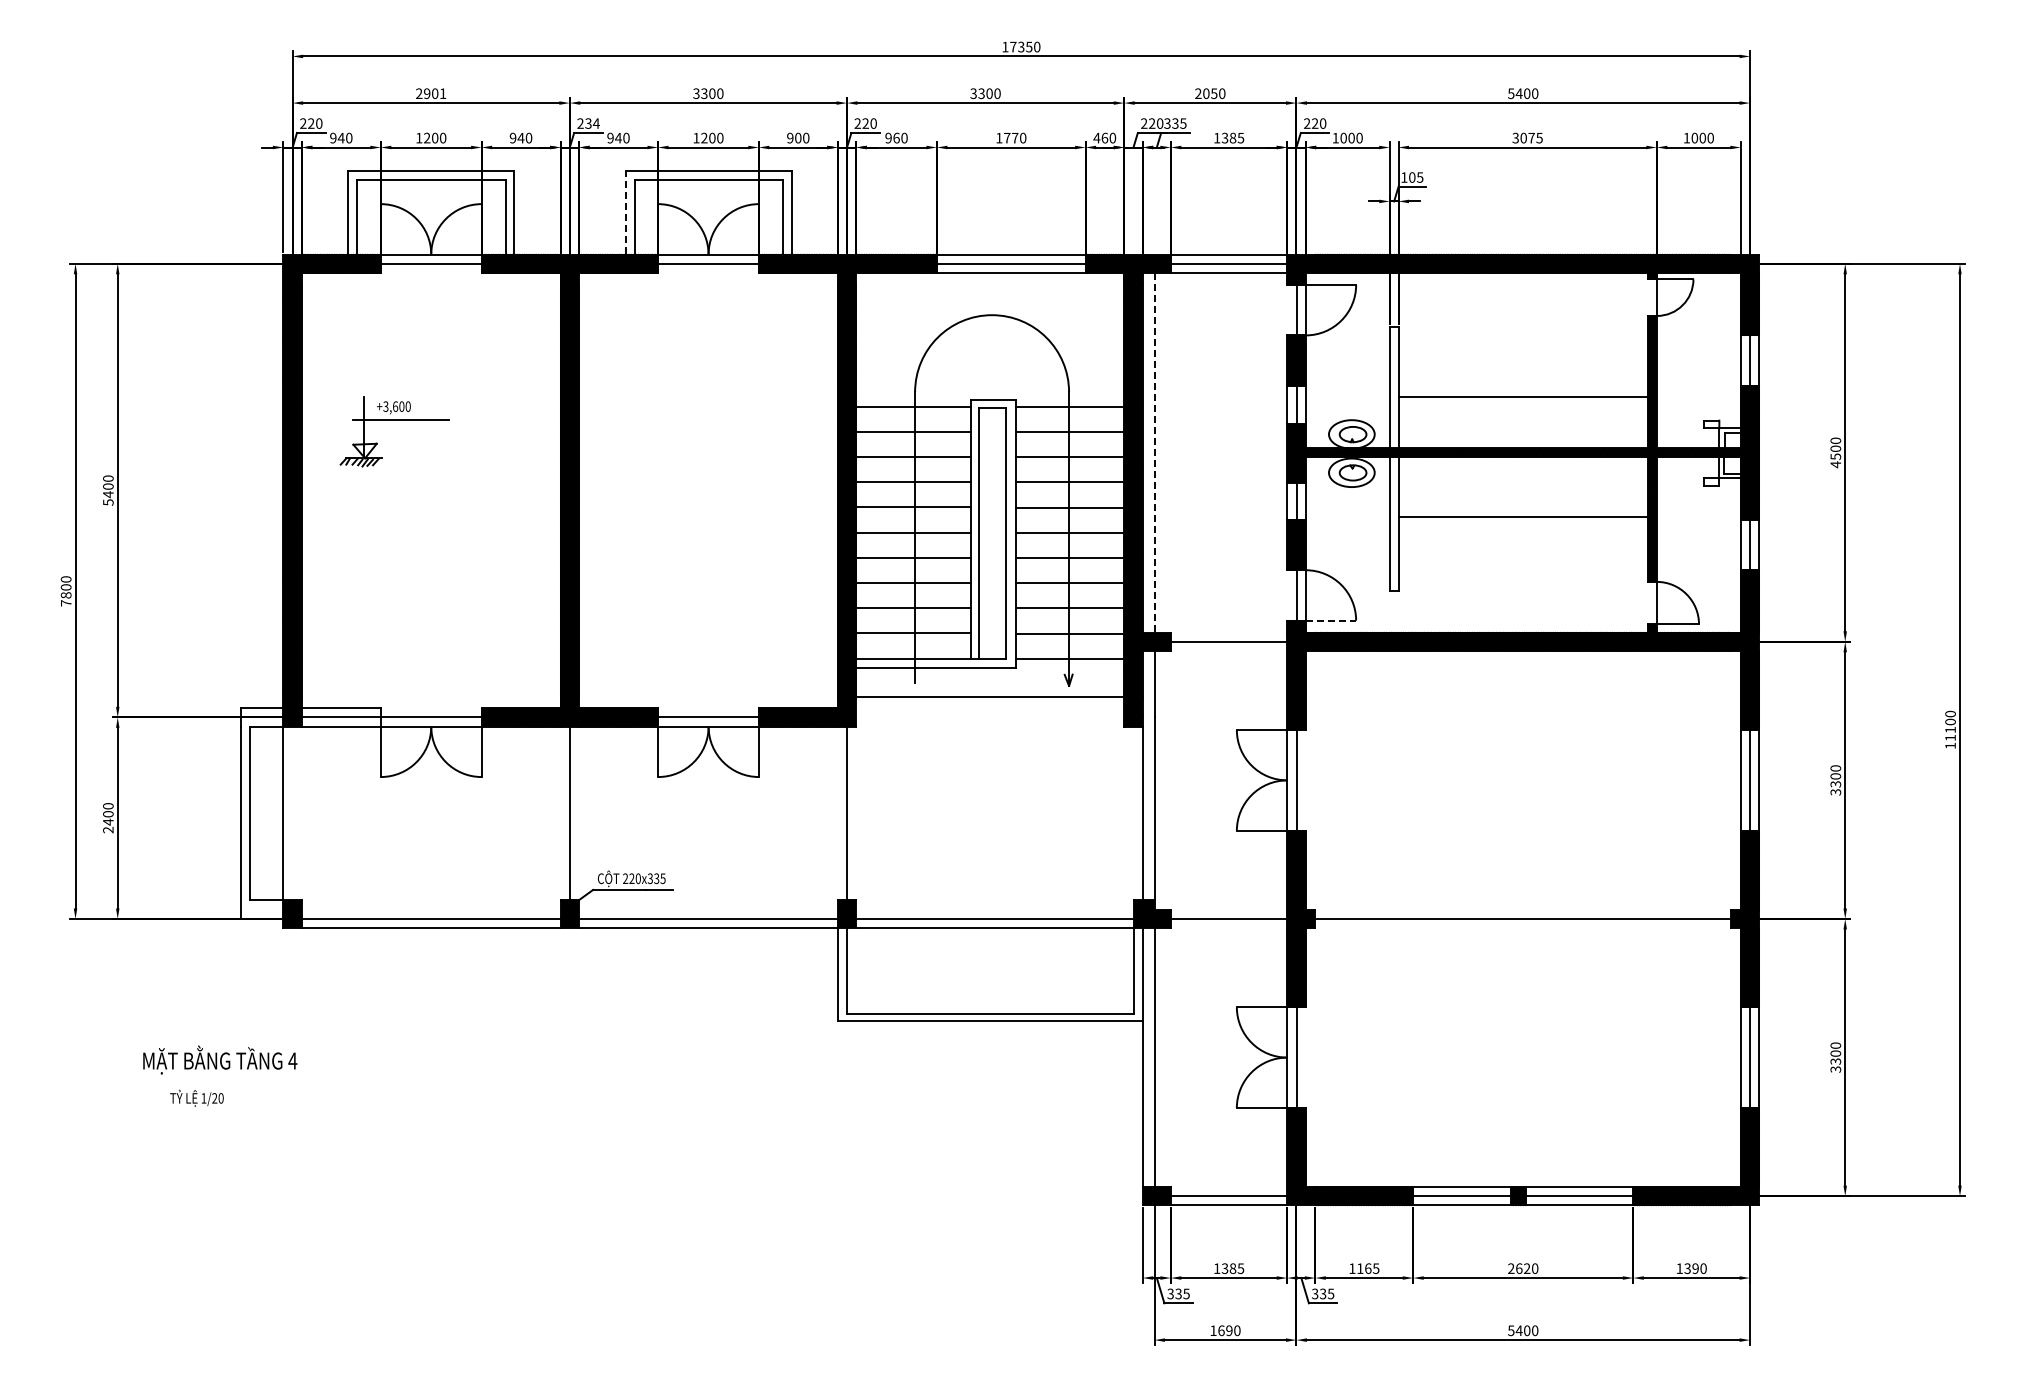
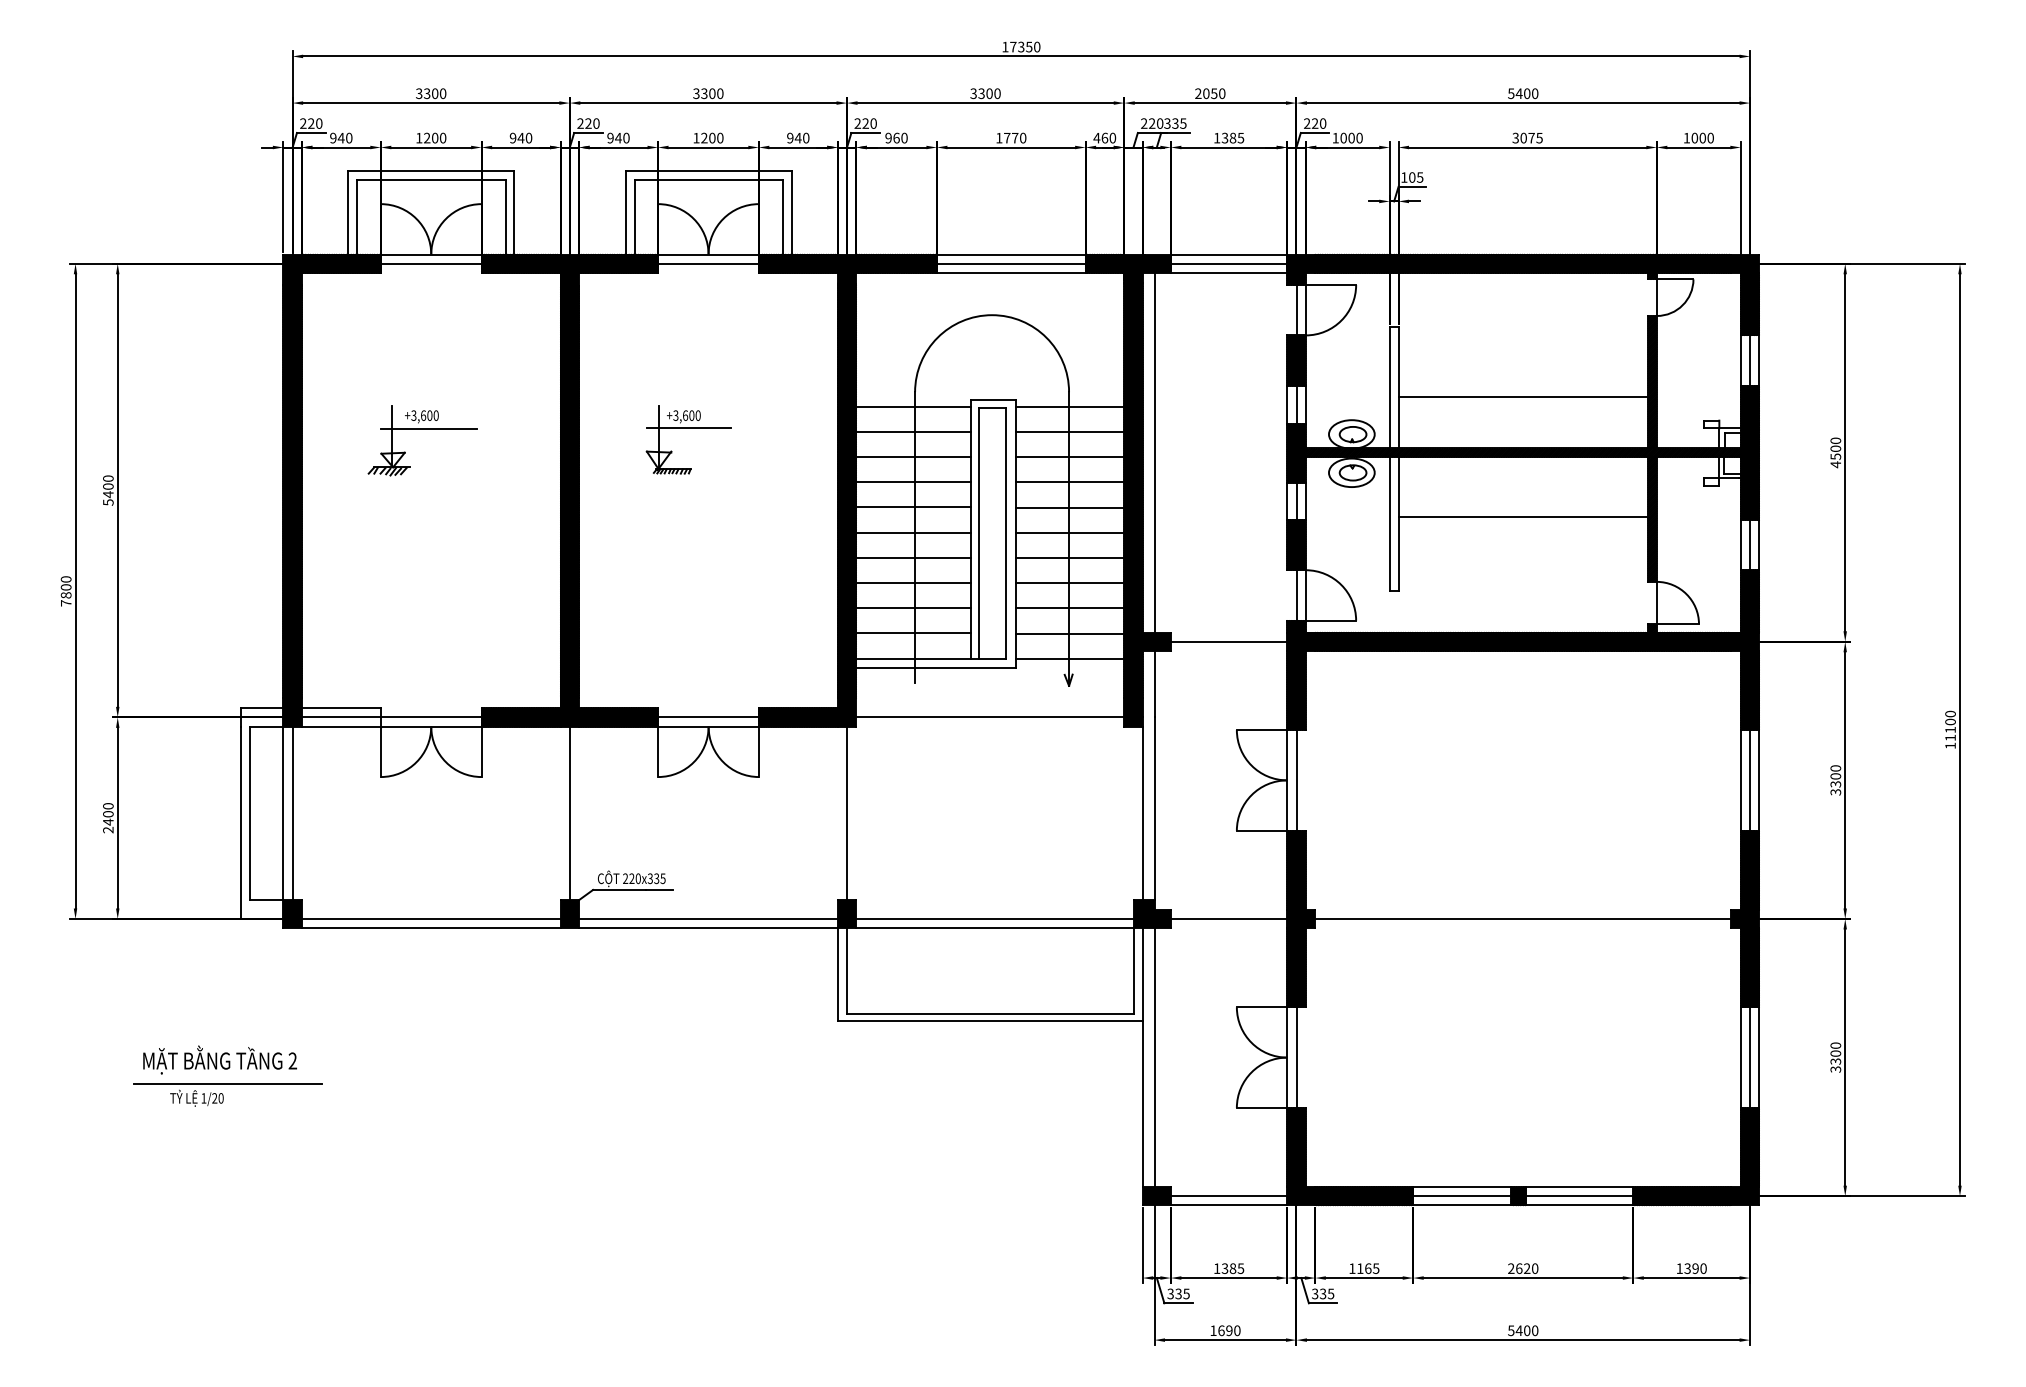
text at (431, 93): 2901 -> 3300
text at (592, 123): 234 -> 220
text at (797, 137): 900 -> 940
line at (625, 212): dashed -> solid
part at (394, 420) position: (394, 420) -> (422, 429)
part at (688, 428): none -> present
line at (1154, 452): dashed -> solid
line at (1331, 620): dashed -> solid
line at (990, 697) position: (990, 697) -> (990, 717)
line at (292, 813): none -> present
text at (292, 1060): 4 -> 2
line at (228, 1083): none -> present
